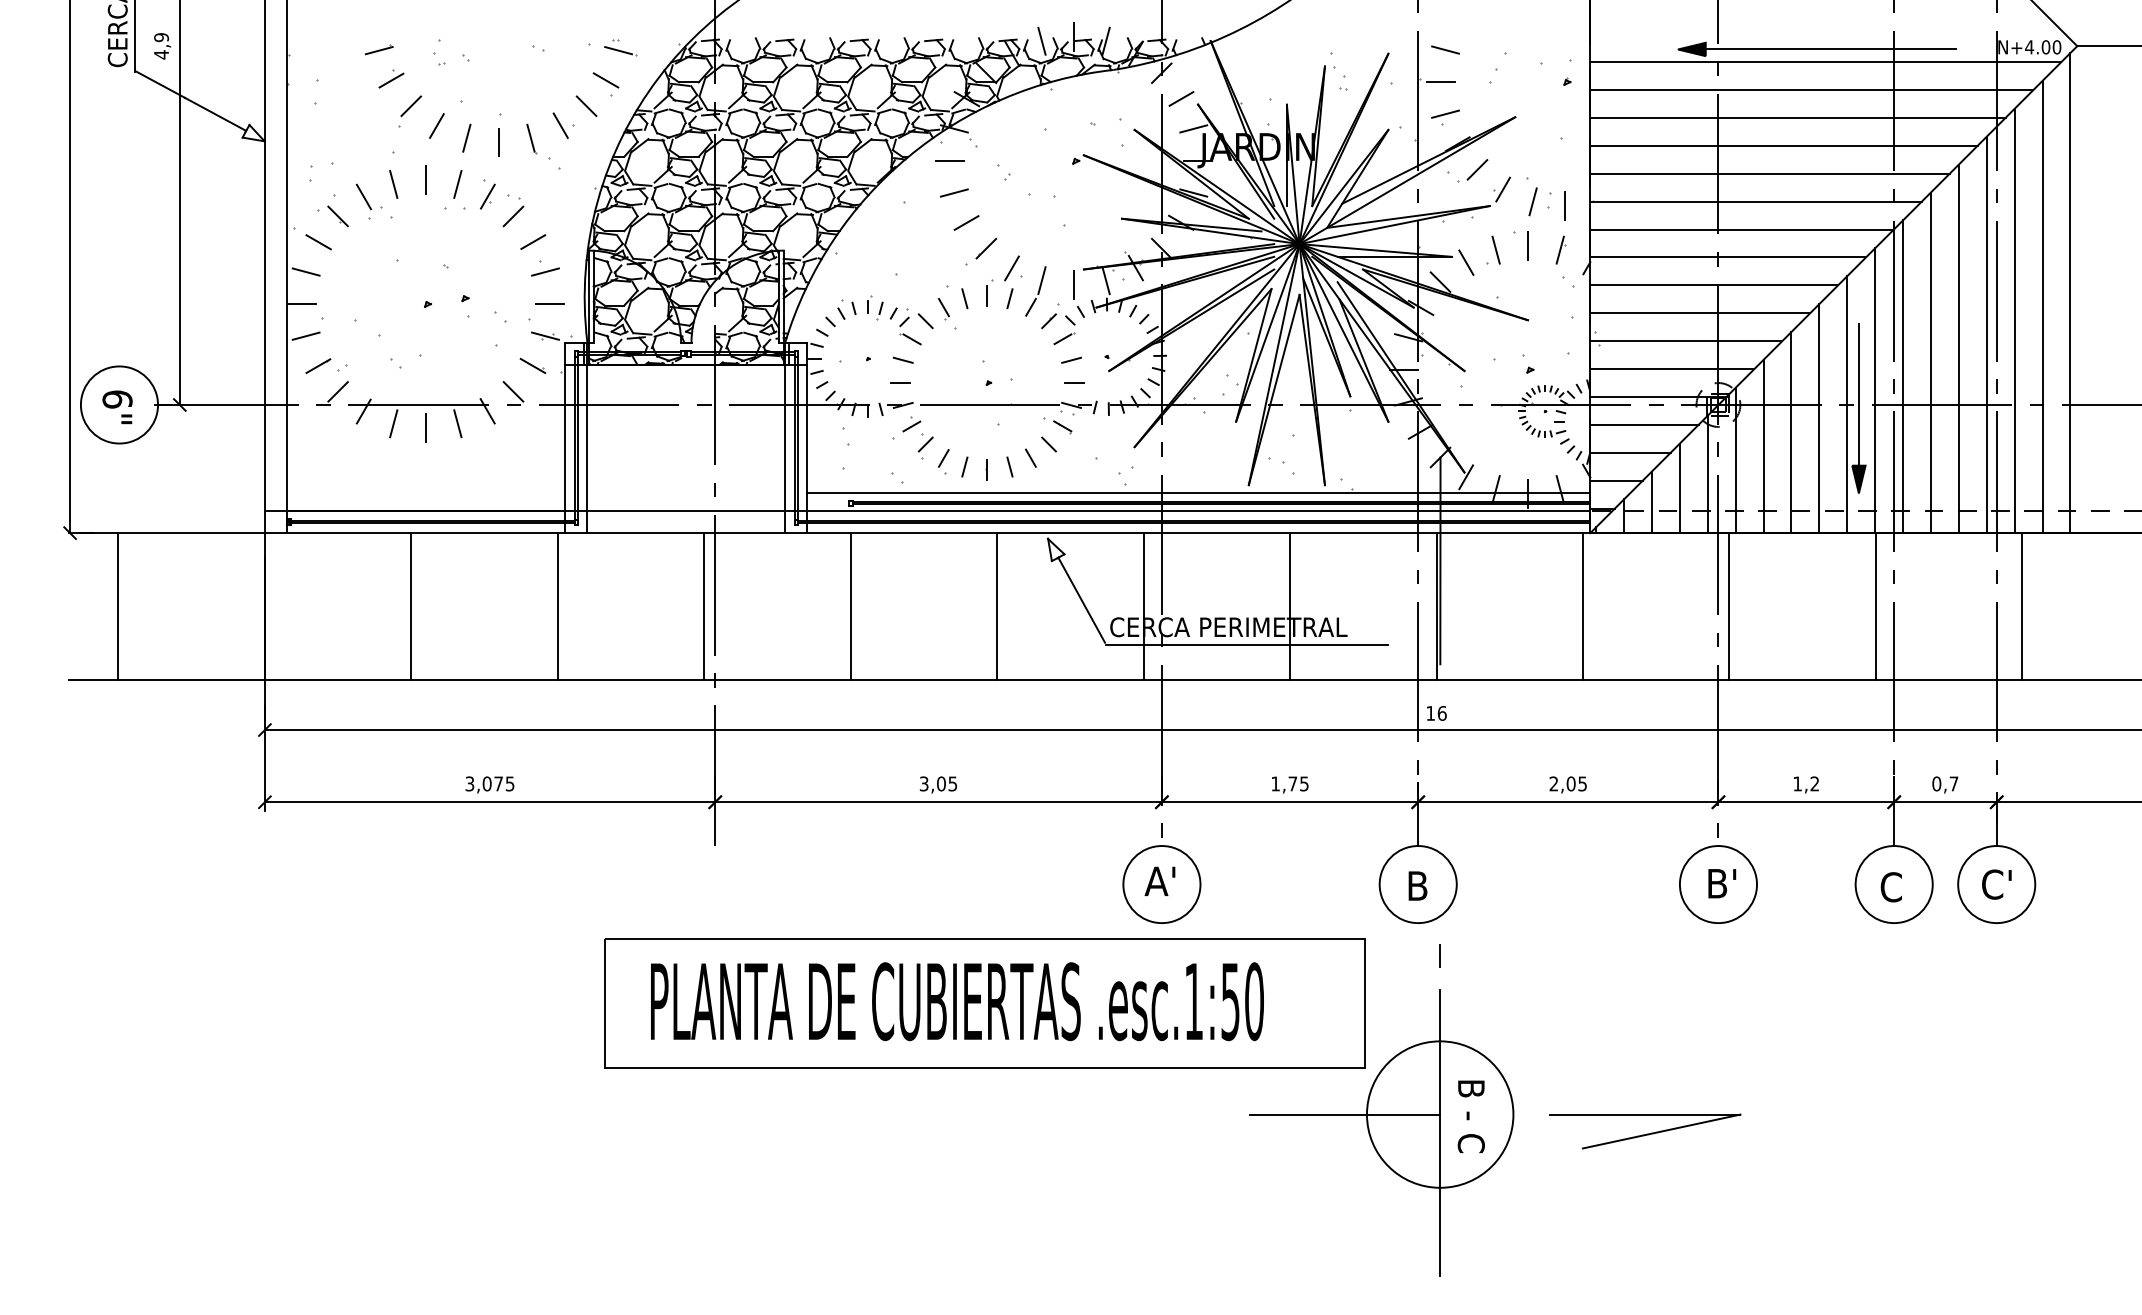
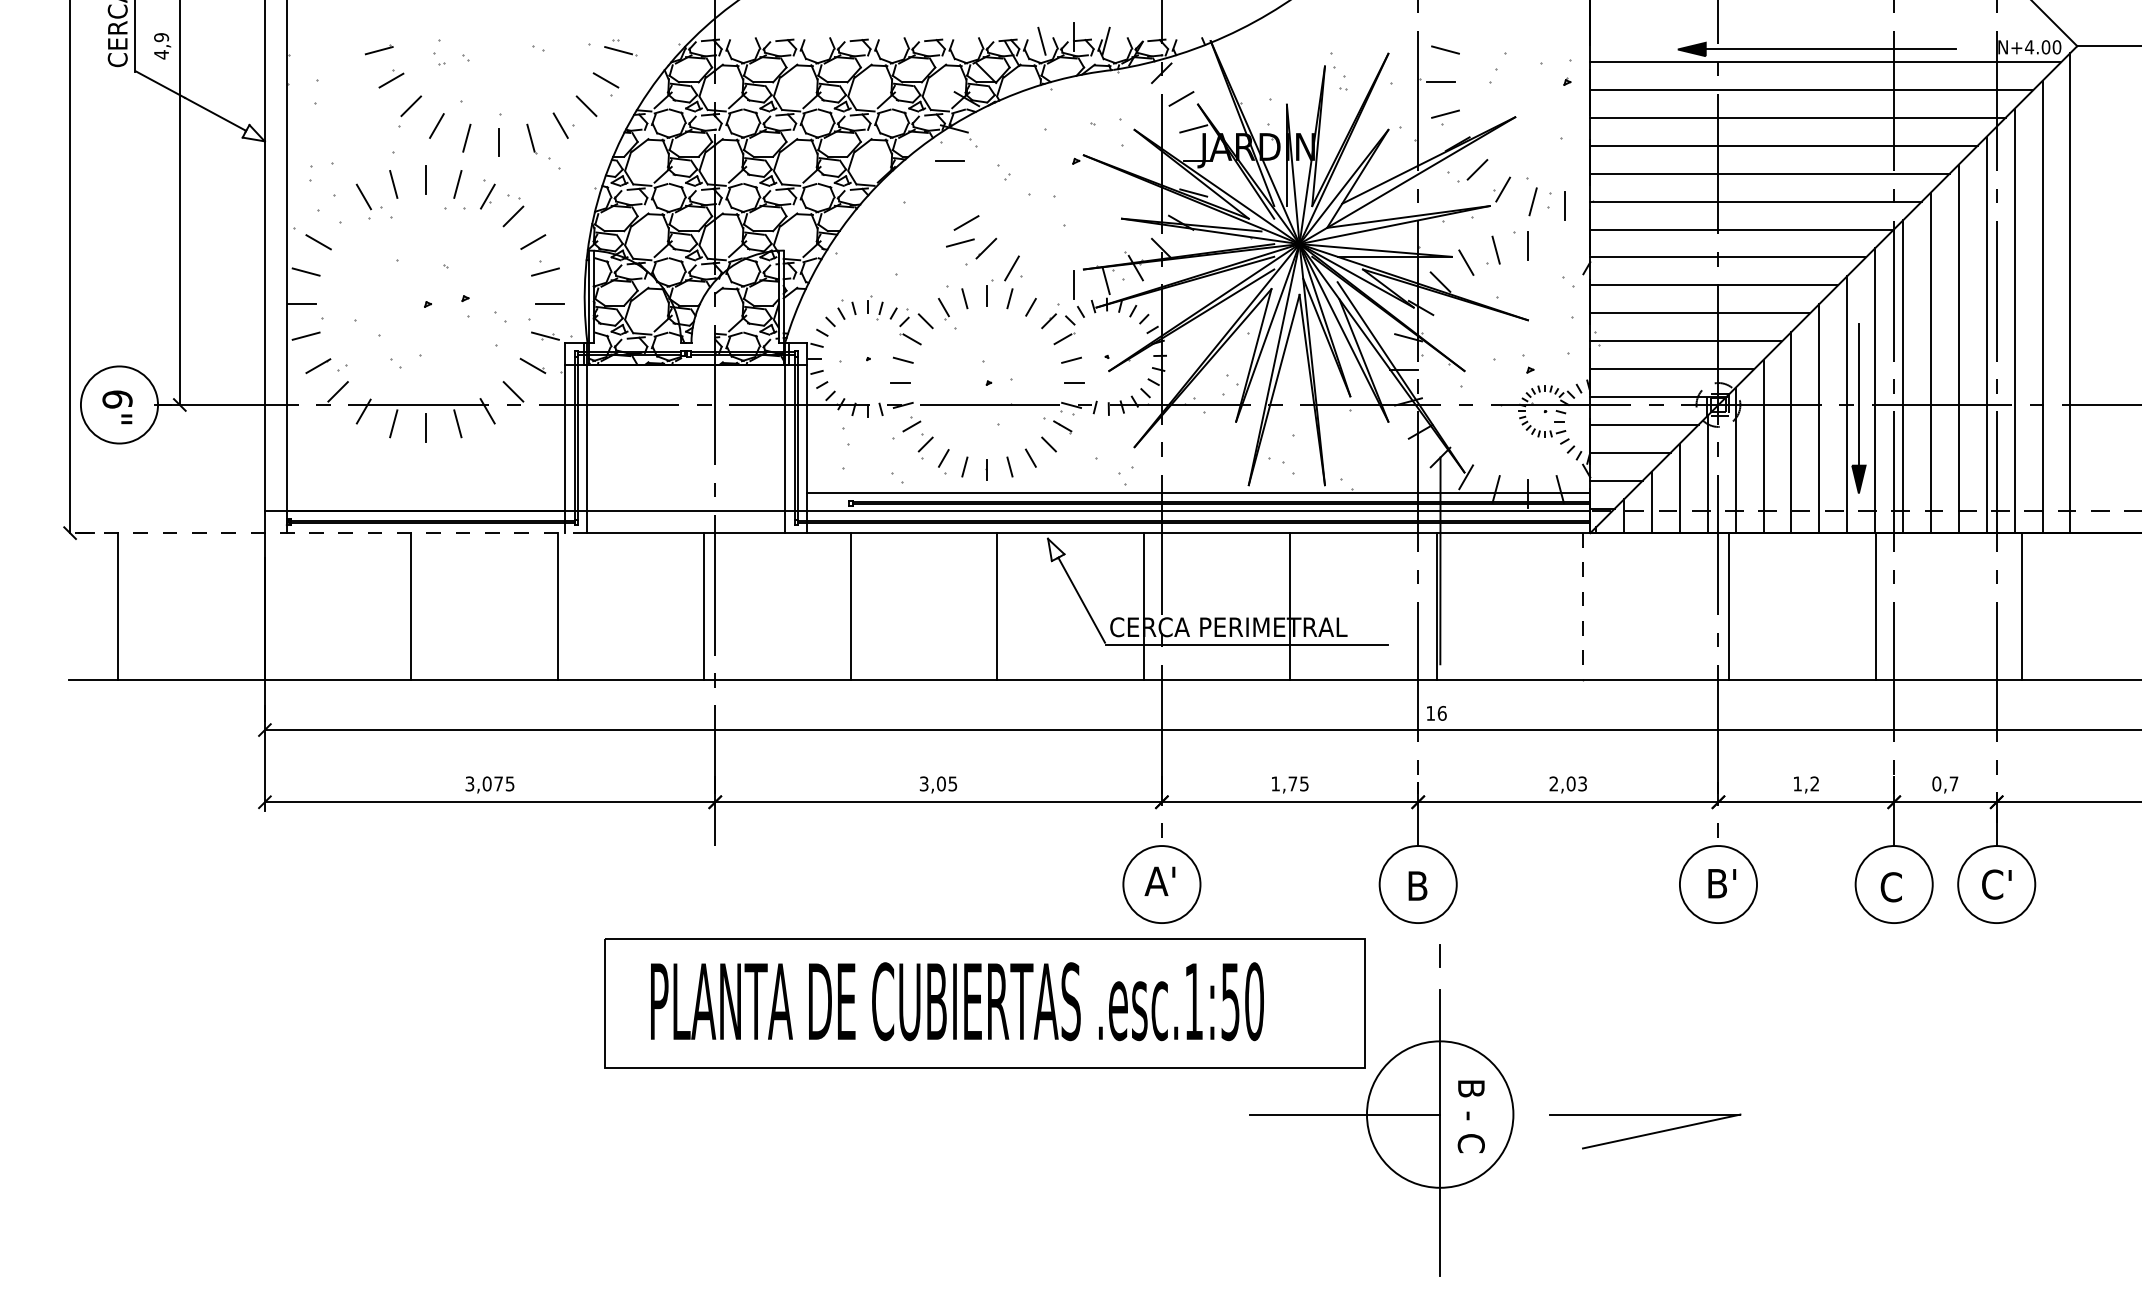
line at (954, 192) position: (954, 192) -> (960, 242)
line at (337, 216): present -> none
part at (1560, 249): present -> none
line at (1041, 280): present -> none
line at (327, 533): solid -> dashed
line at (1582, 606): solid -> dashed
text at (1582, 783): 2,05 -> 2,03
